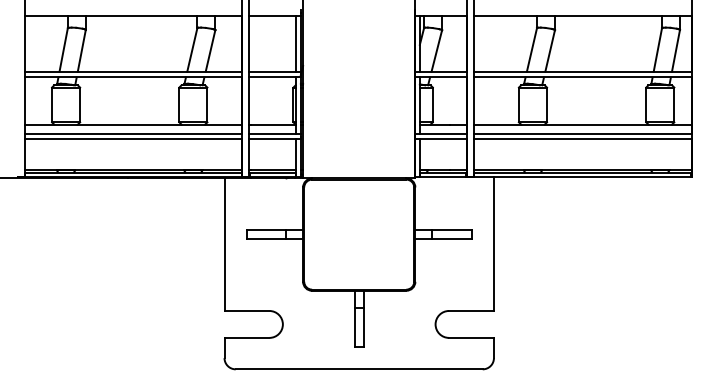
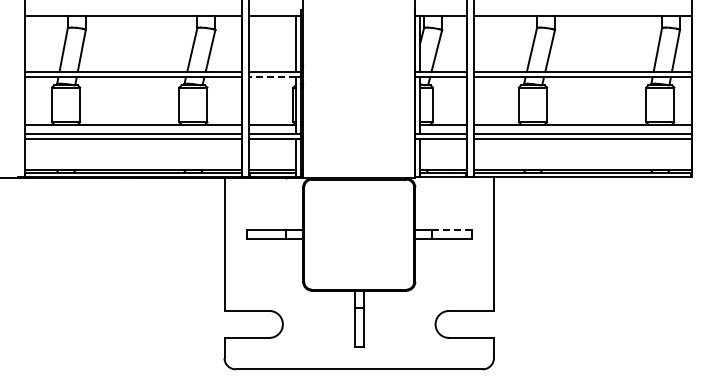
line at (272, 77): solid -> dashed
line at (451, 230): solid -> dashed
